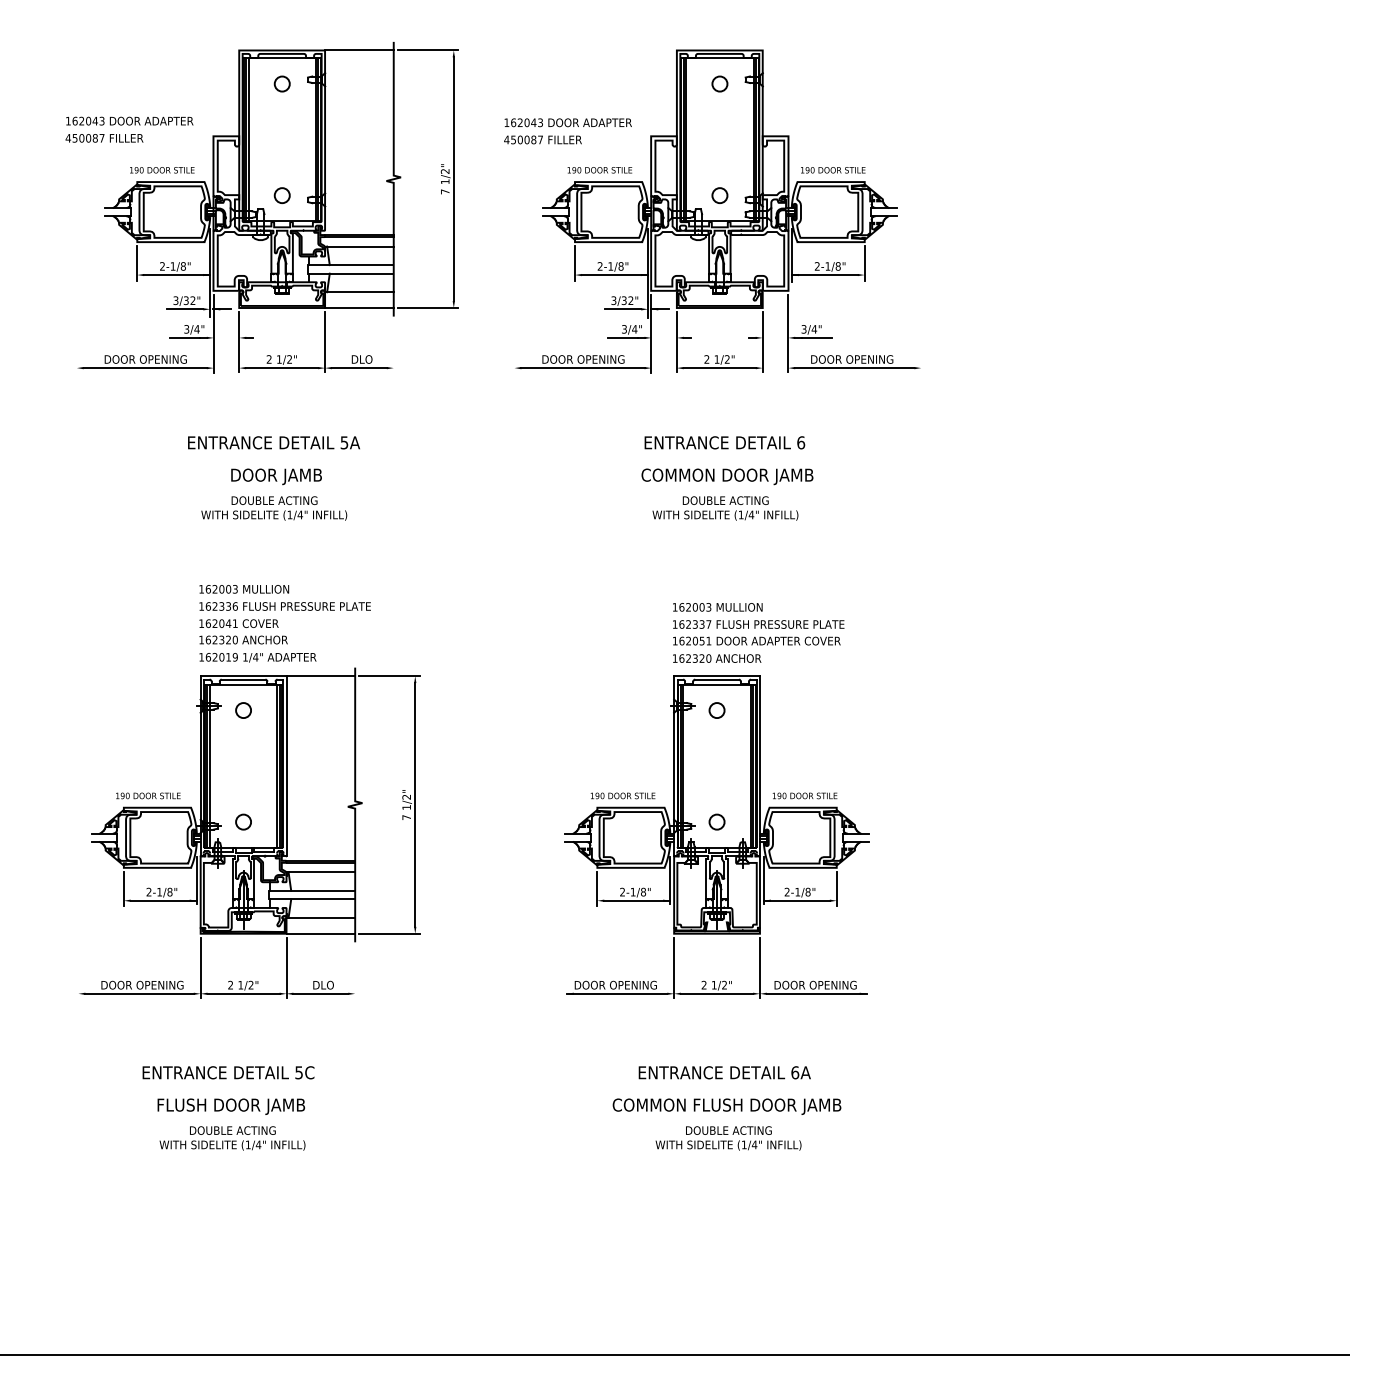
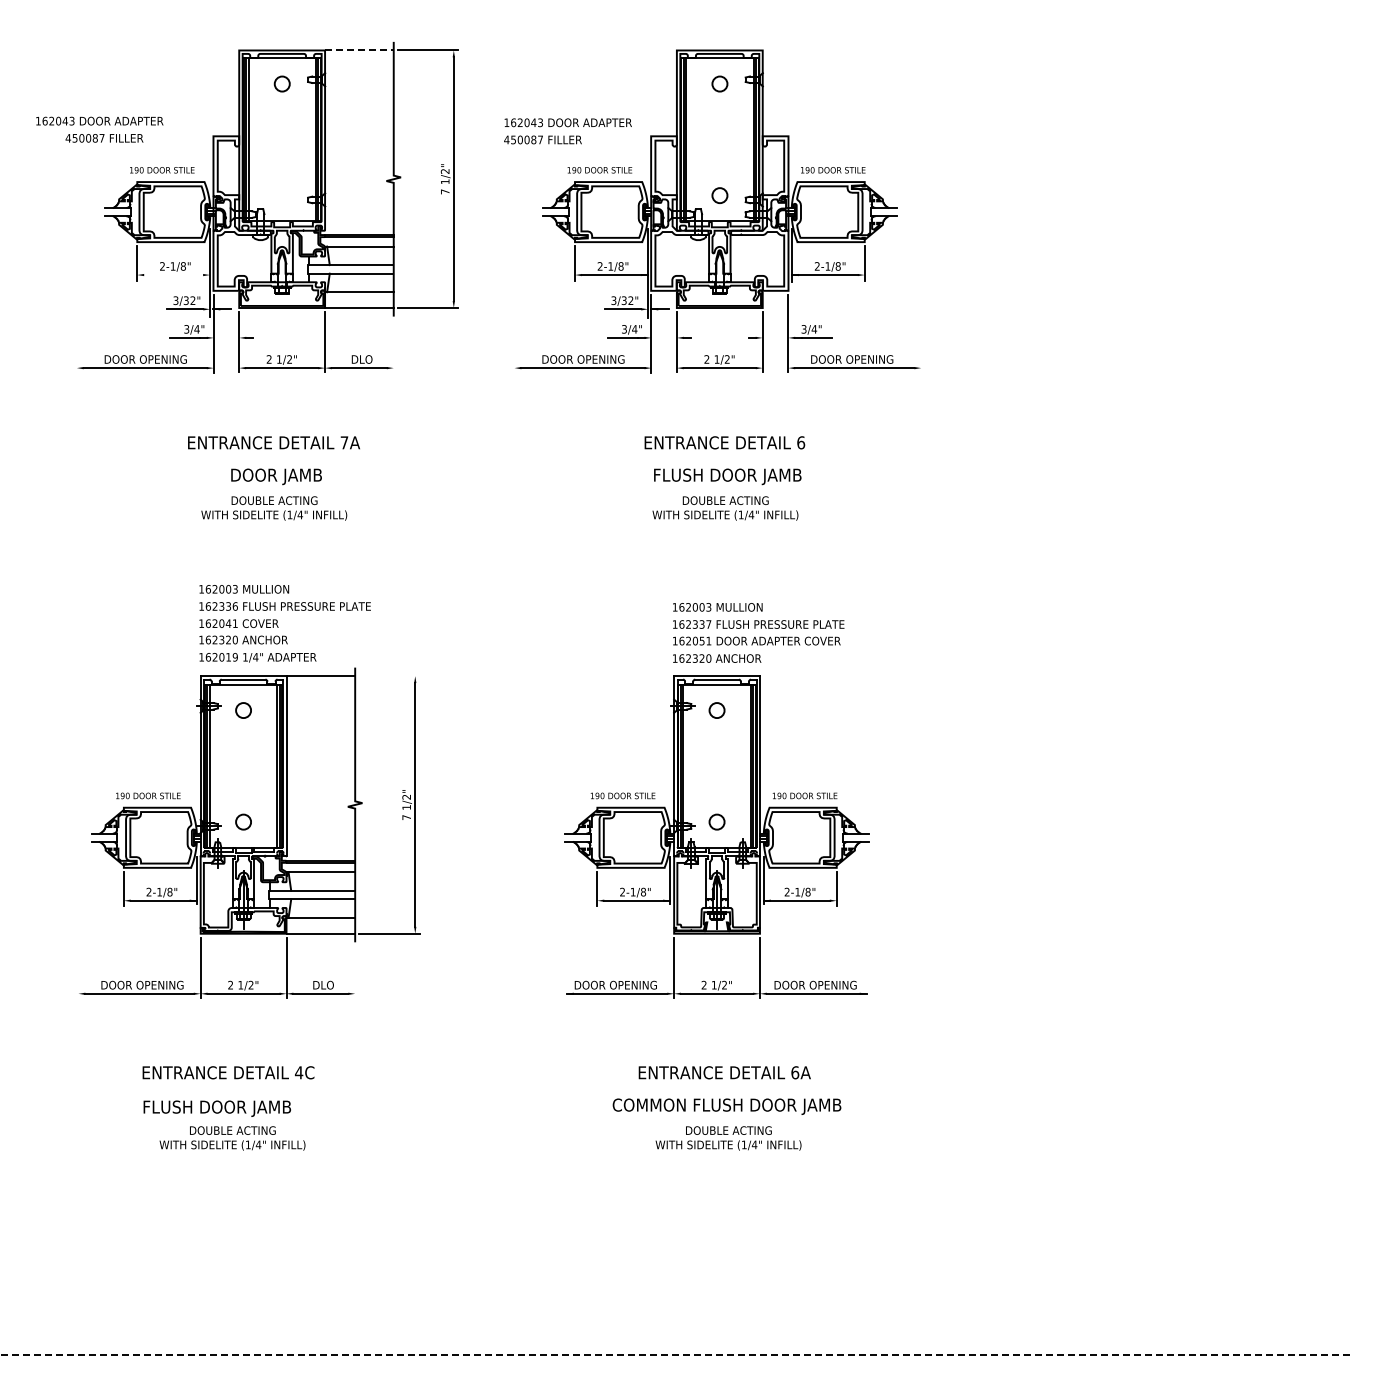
line at (359, 50): solid -> dashed
text at (129, 120) position: (129, 120) -> (99, 120)
circle at (281, 195): present -> none
line at (176, 275): present -> none
text at (344, 442): 5A -> 7A
text at (727, 476): COMMON DOOR JAMB -> FLUSH DOOR JAMB
line at (389, 676): present -> none
text at (298, 1072): 5C -> 4C
text at (230, 1106) position: (230, 1106) -> (216, 1108)
line at (675, 1355): solid -> dashed
